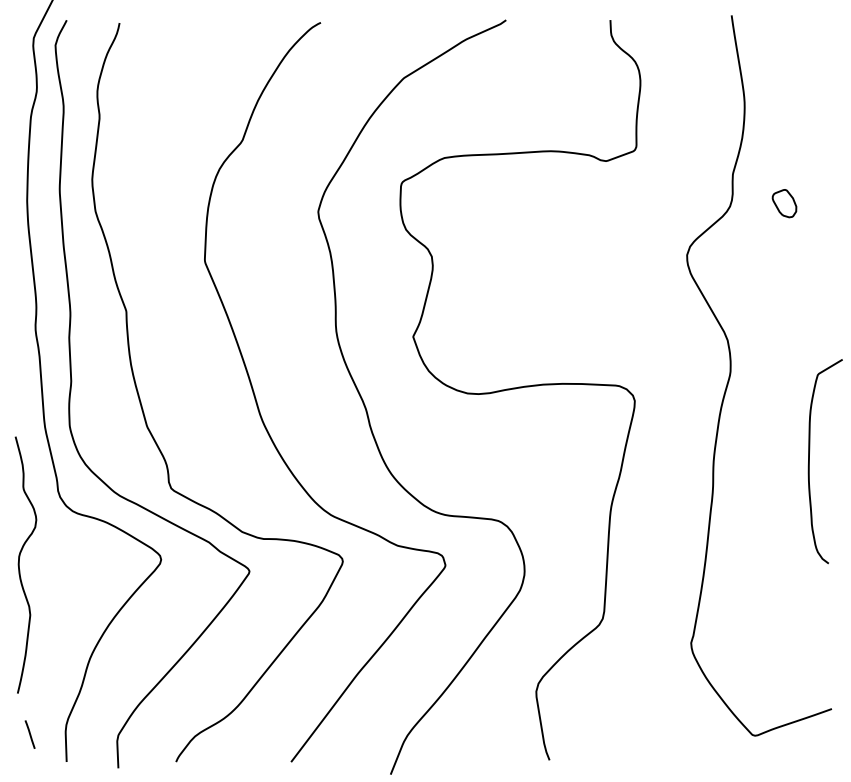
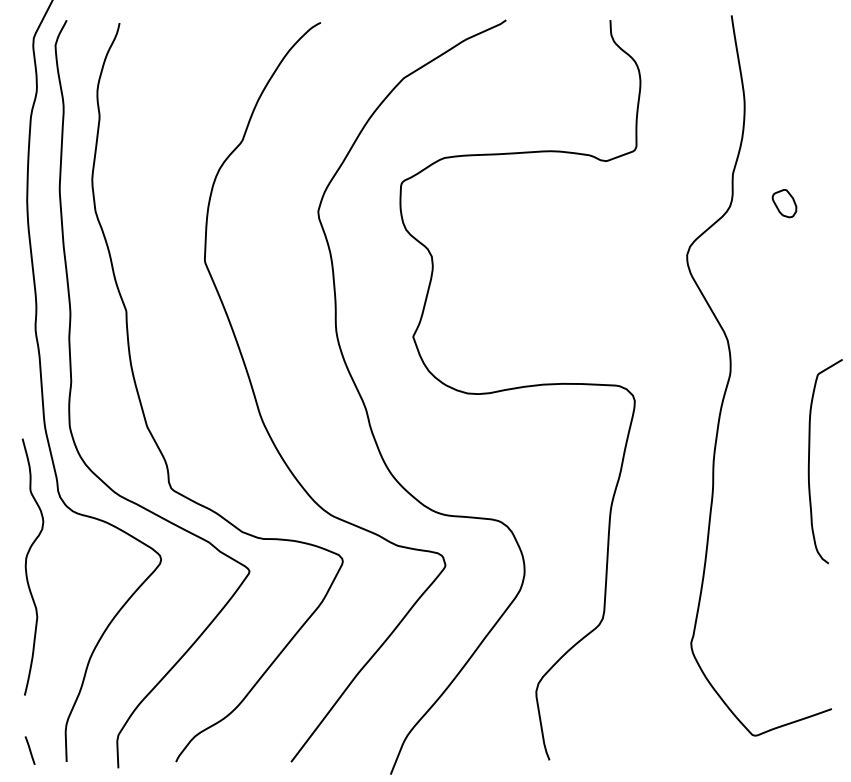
curve at (19, 564) position: (19, 564) -> (26, 566)
line at (29, 734) position: (29, 734) -> (29, 750)
